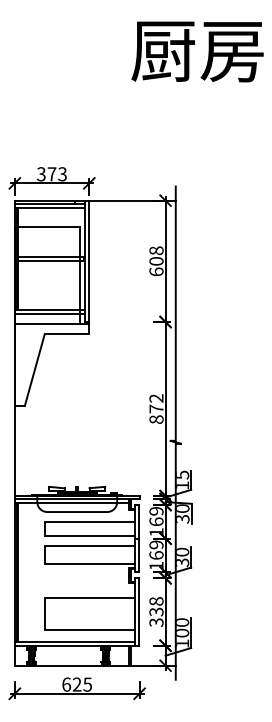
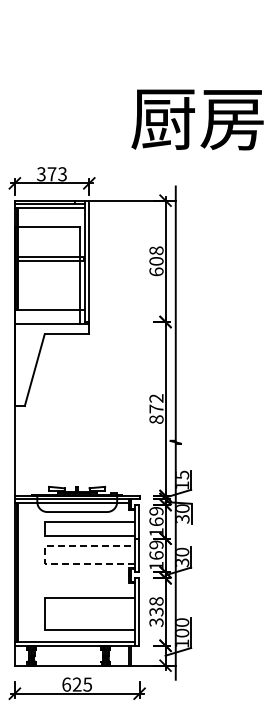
text at (197, 51) position: (197, 51) -> (197, 119)
line at (49, 314): present -> none
line at (44, 555): solid -> dashed
